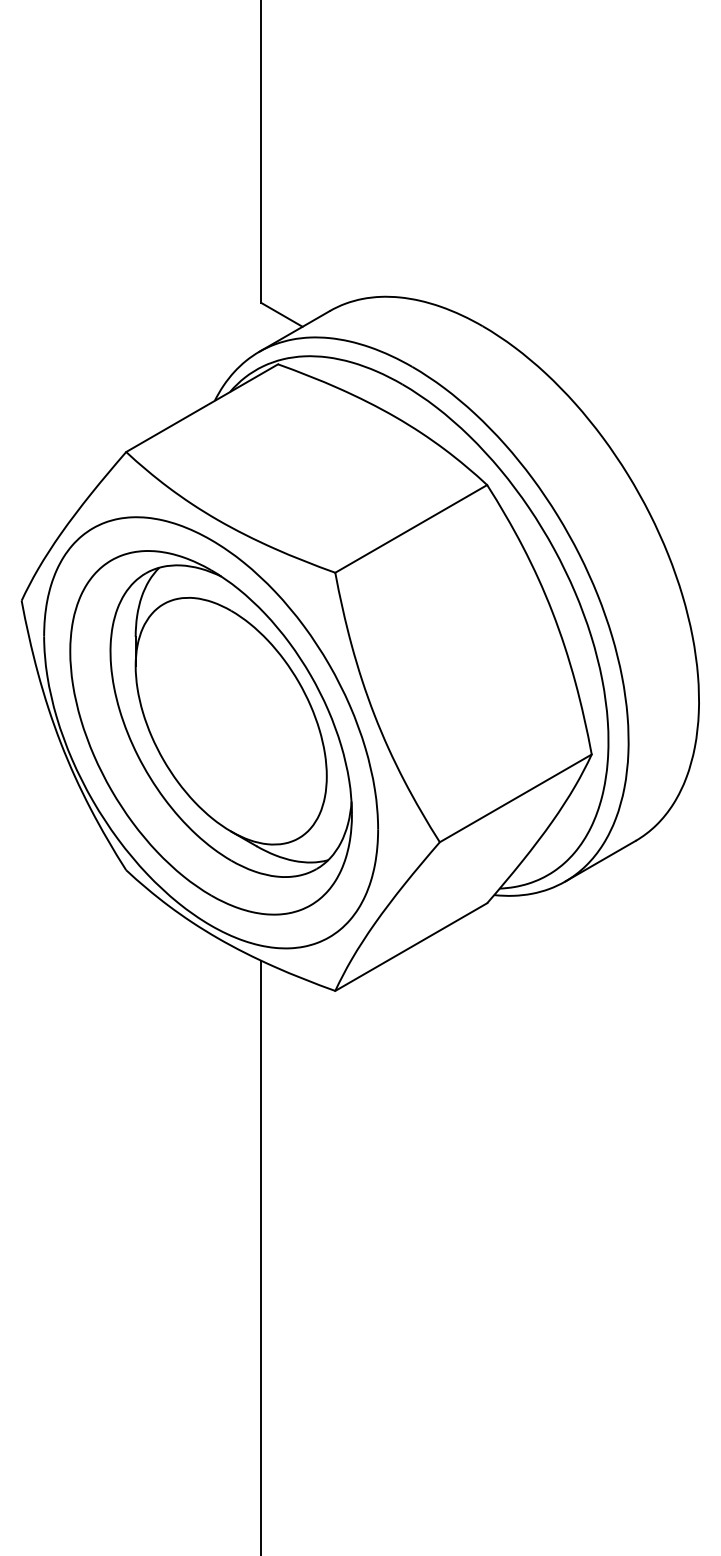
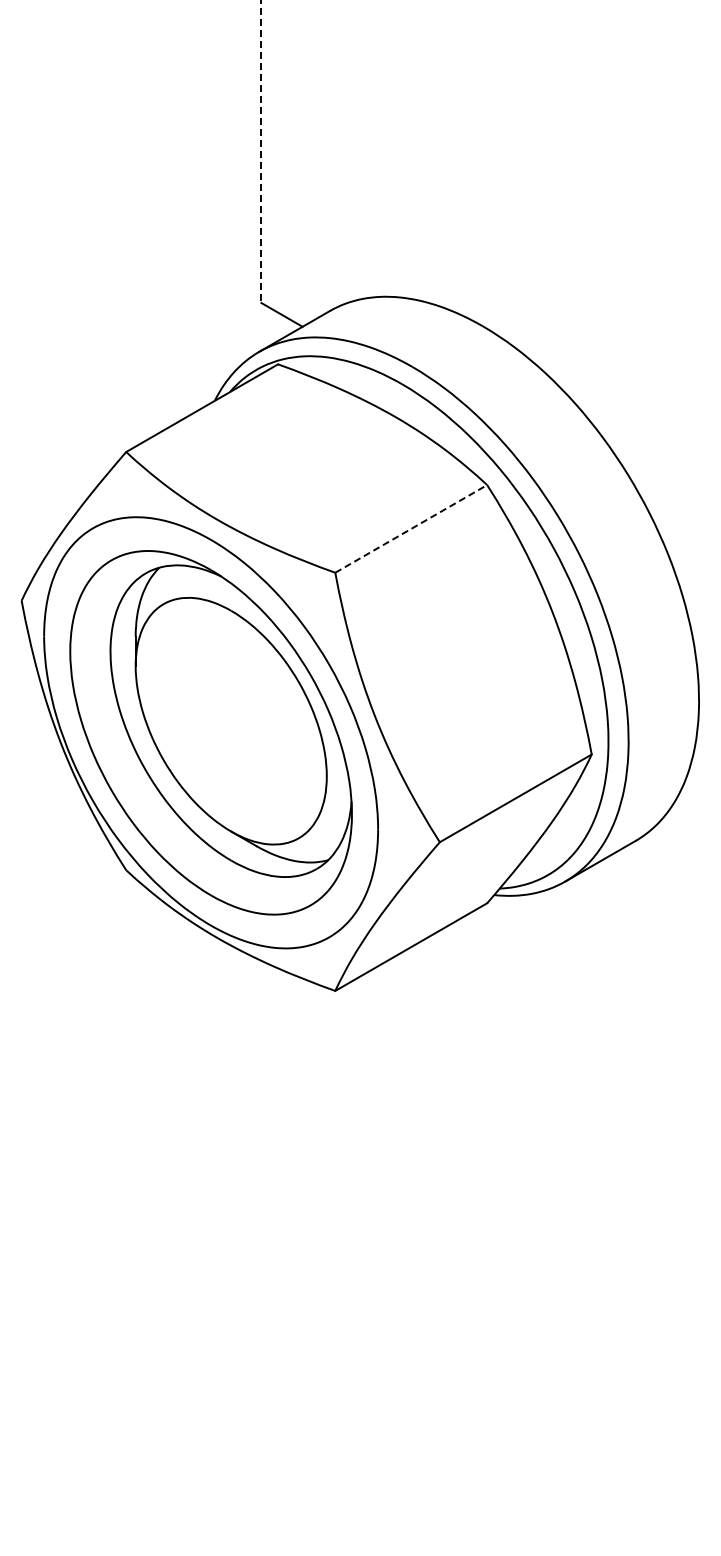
line at (261, 152): solid -> dashed
line at (411, 528): solid -> dashed
line at (261, 1256): present -> none
